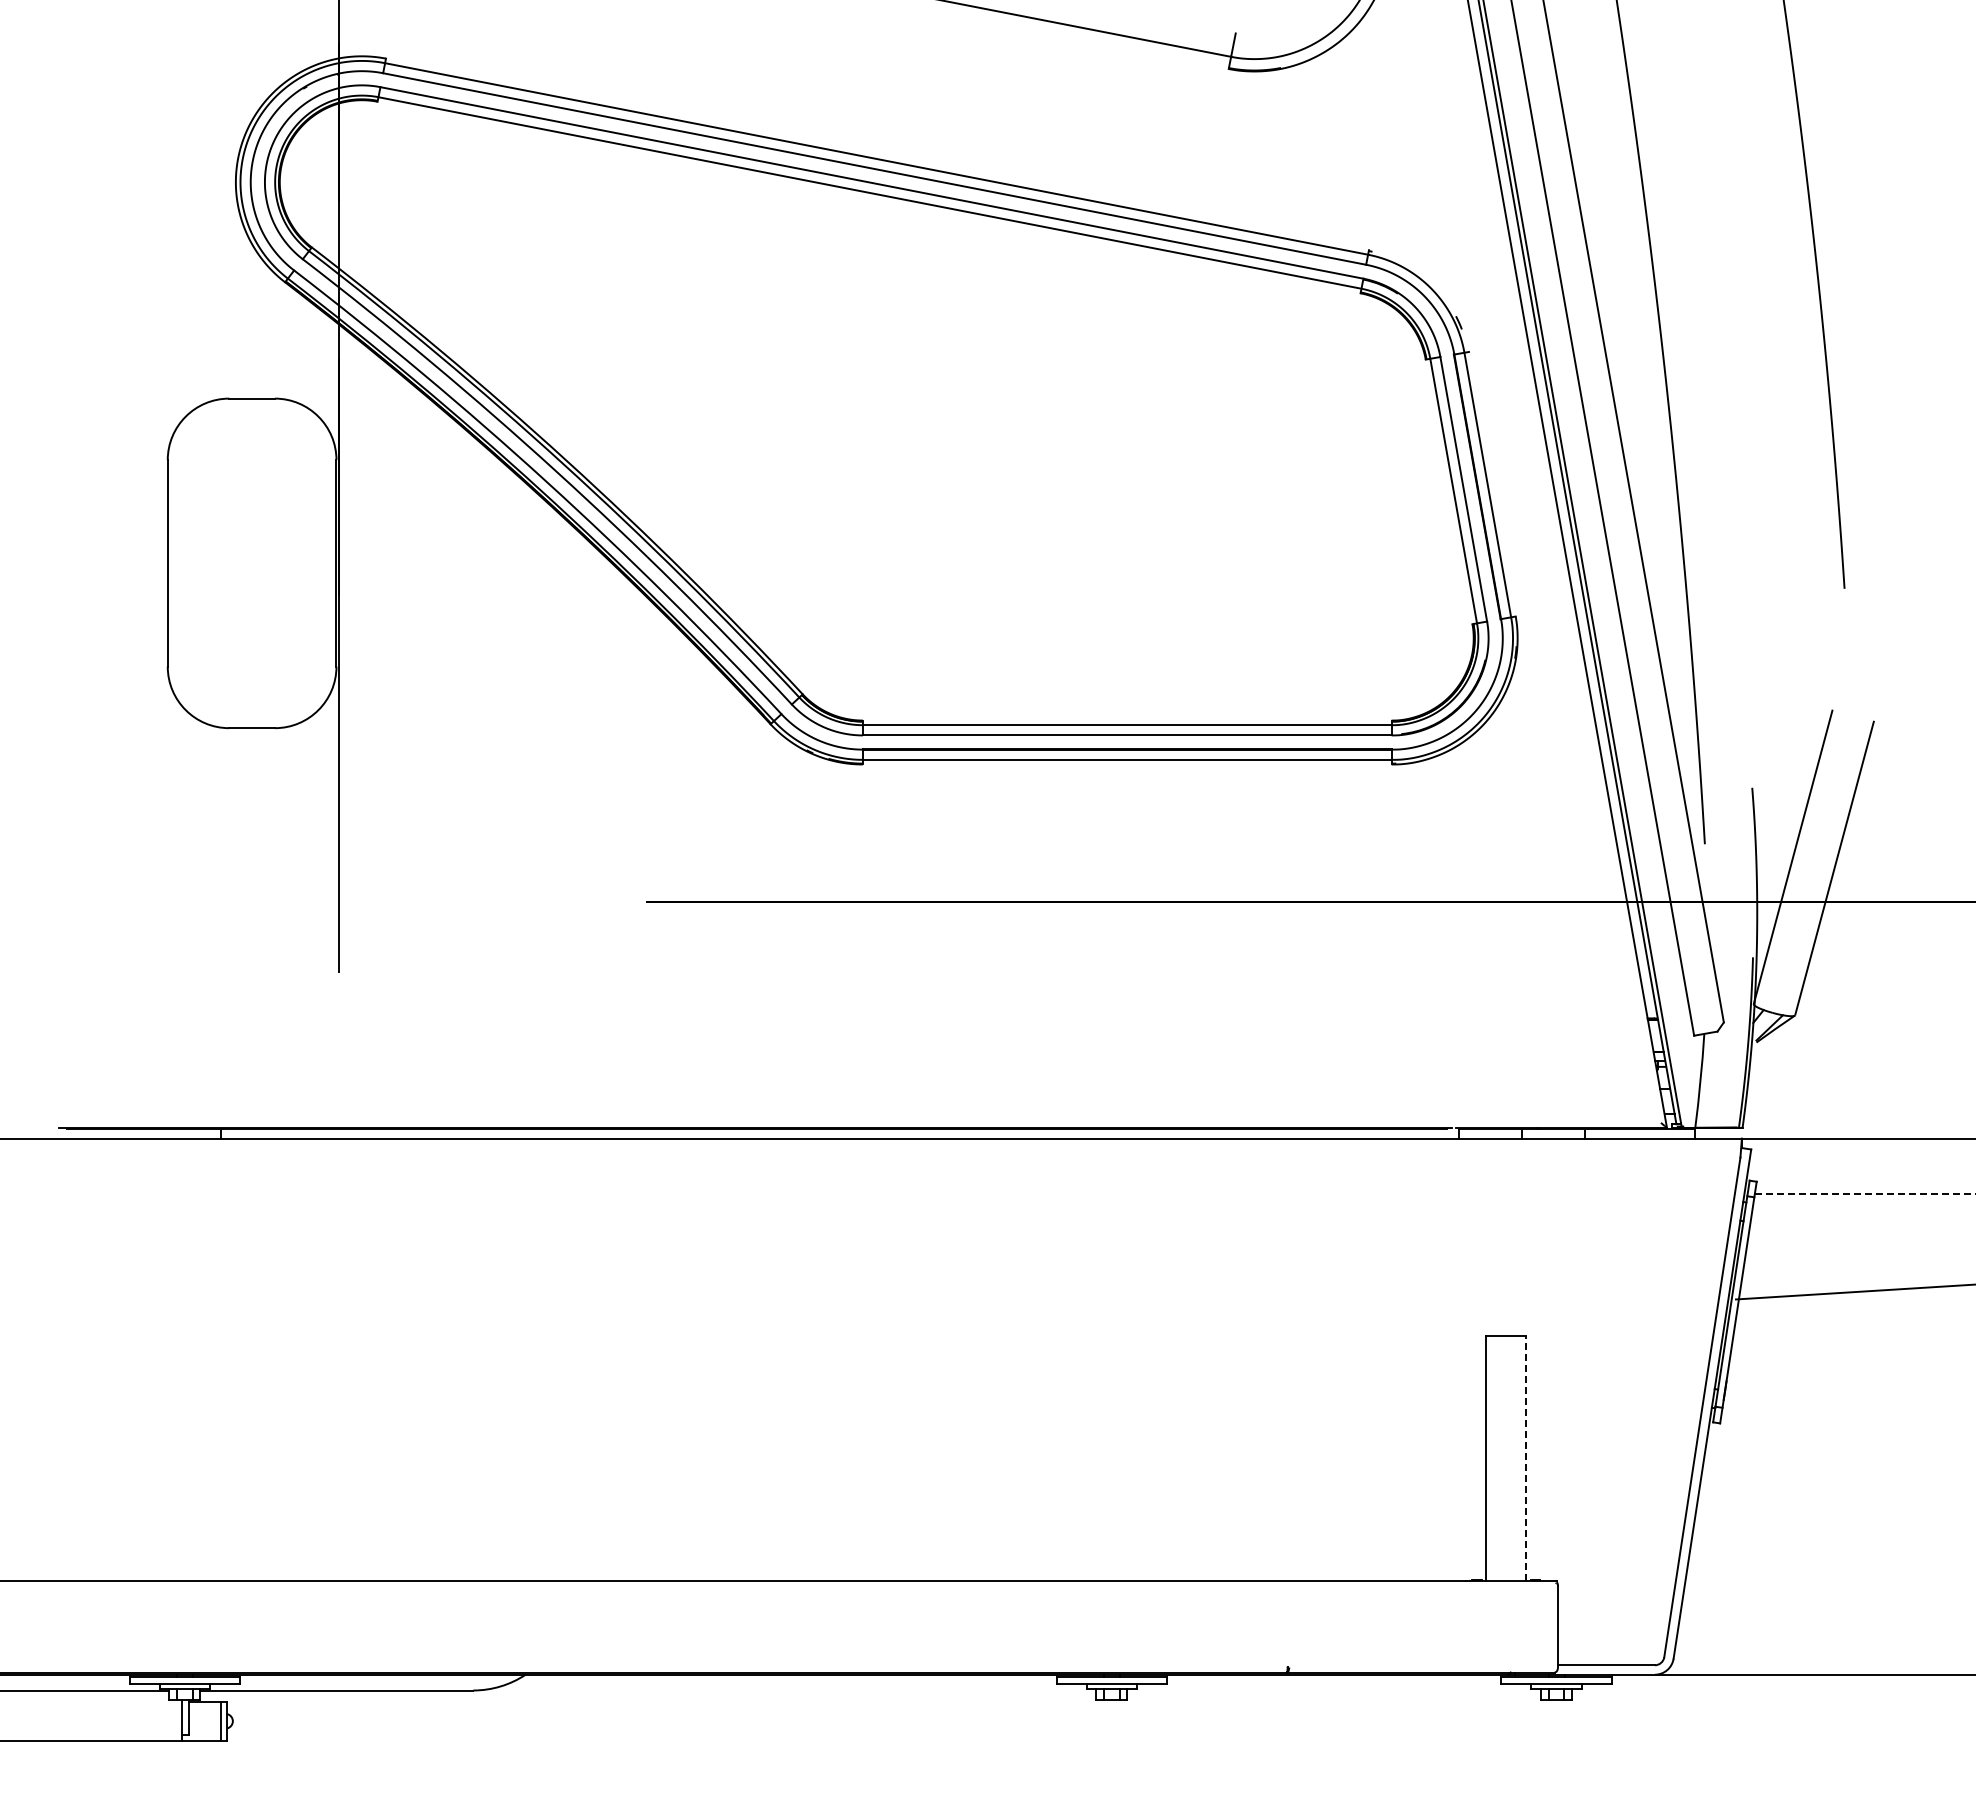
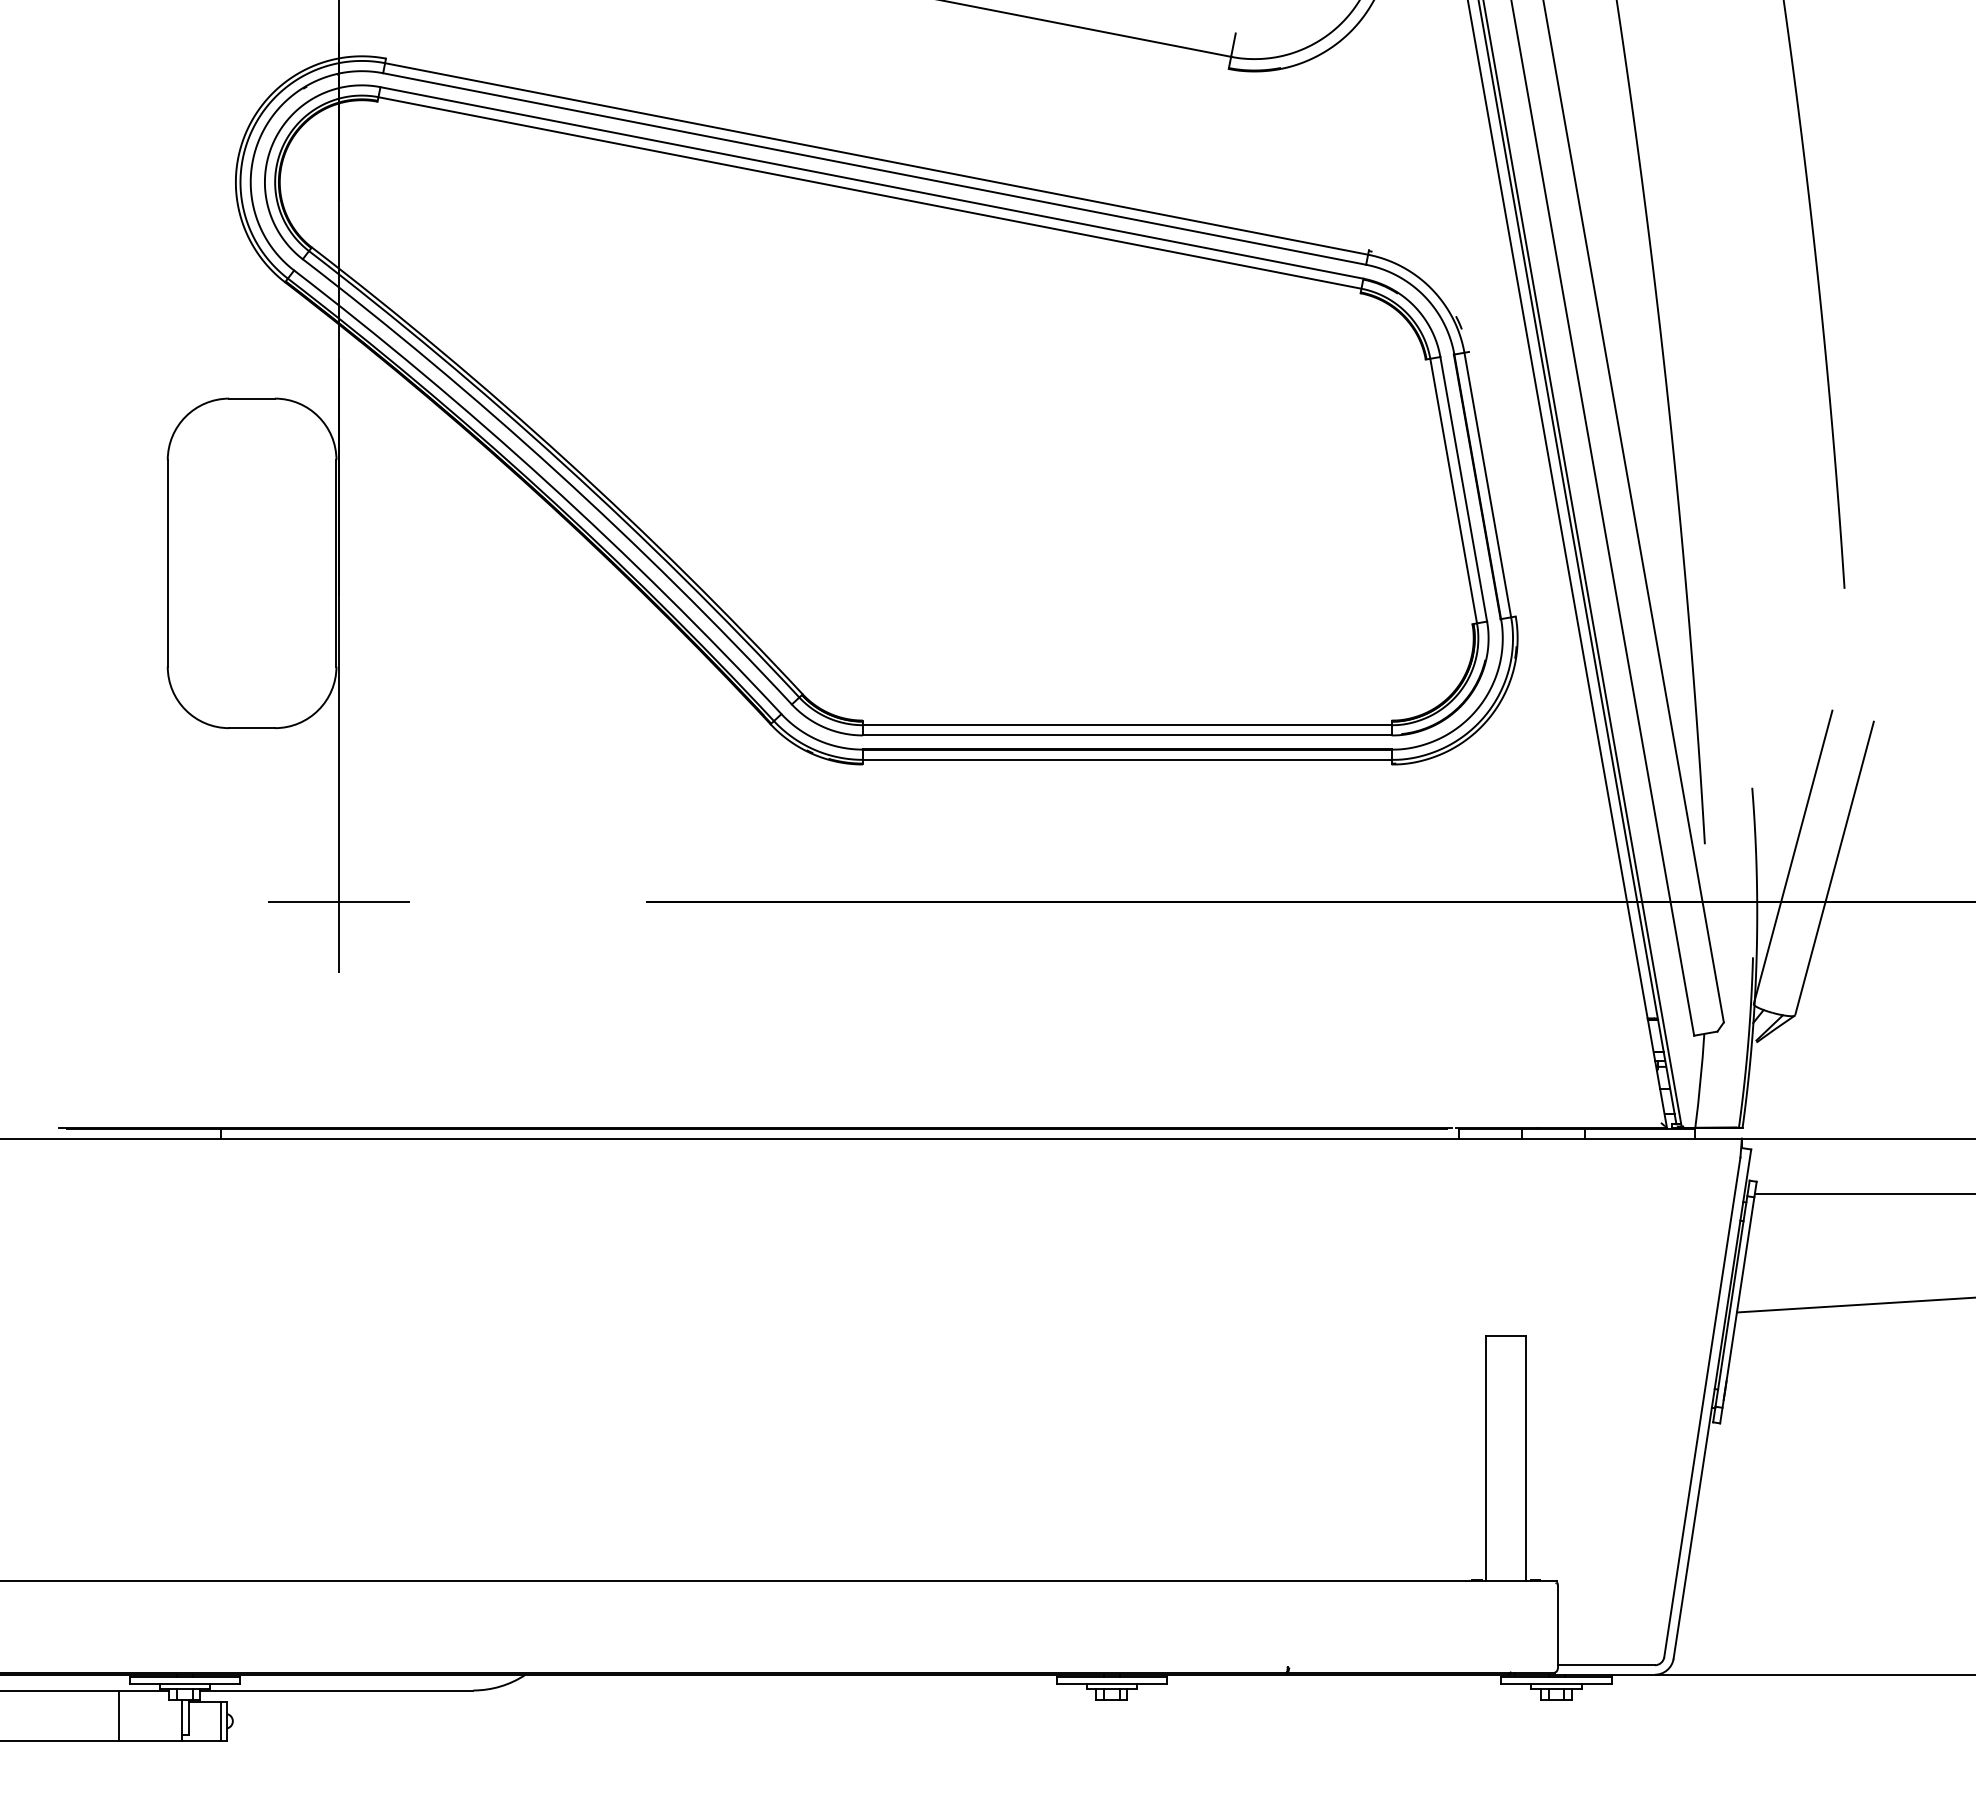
line at (339, 902): none -> present
line at (1865, 1194): dashed -> solid
line at (1853, 1291) position: (1853, 1291) -> (1854, 1304)
line at (1525, 1458): dashed -> solid
line at (118, 1715): none -> present
